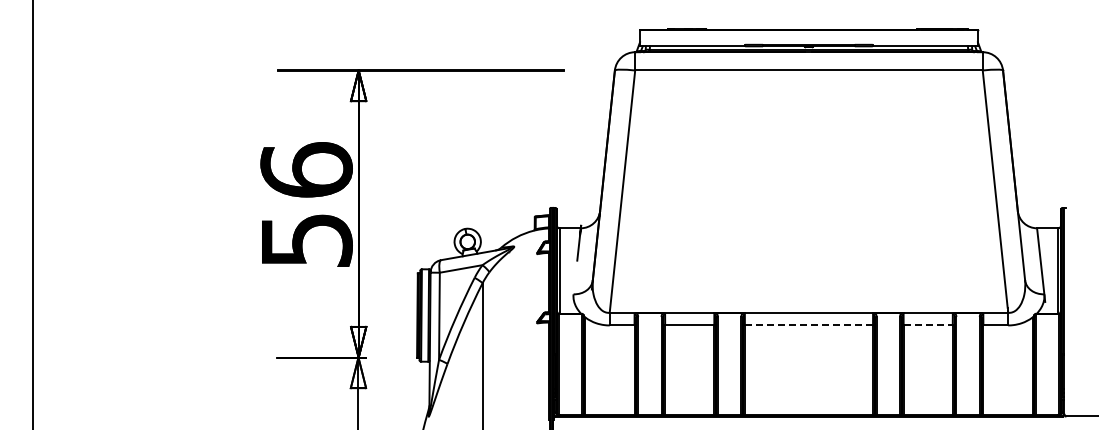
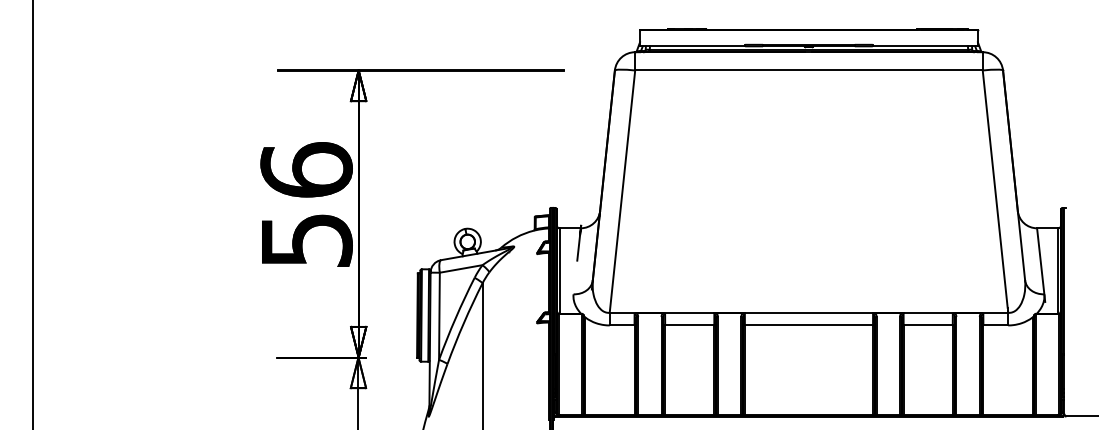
line at (809, 325): dashed -> solid
line at (928, 325): dashed -> solid
